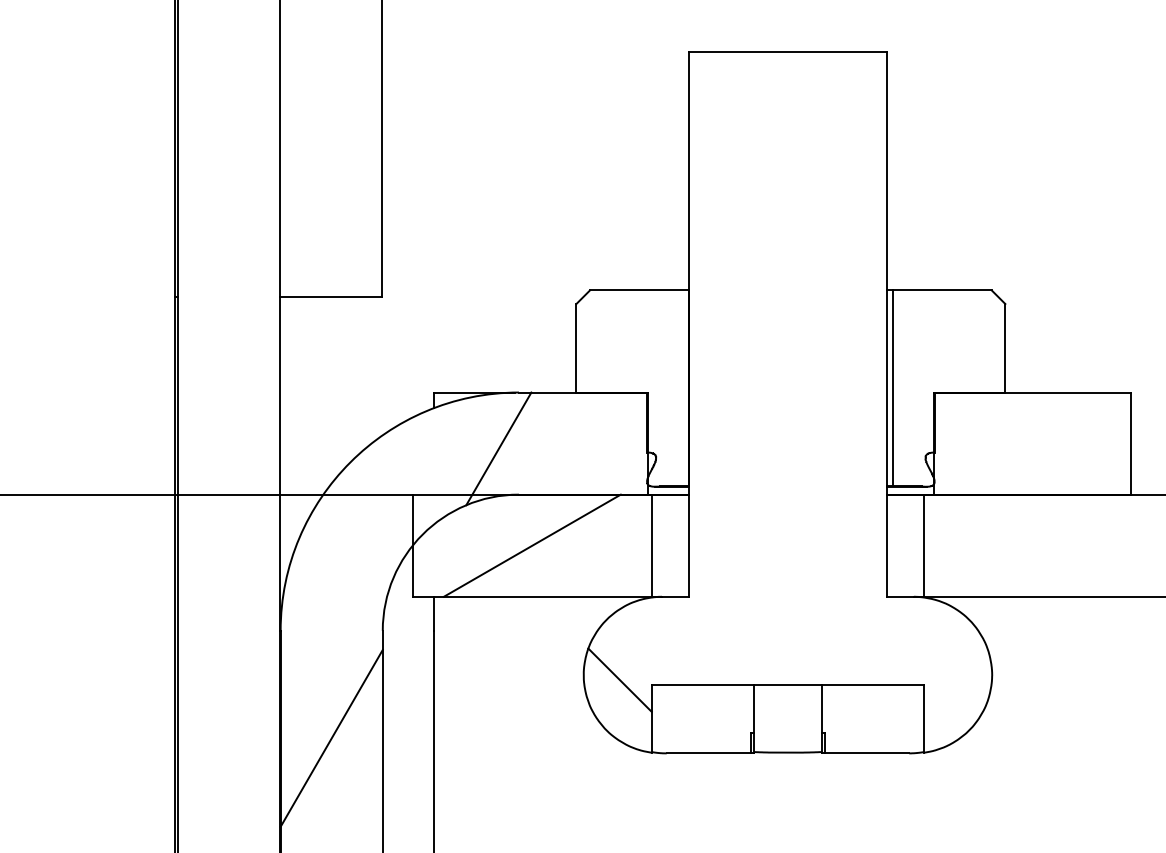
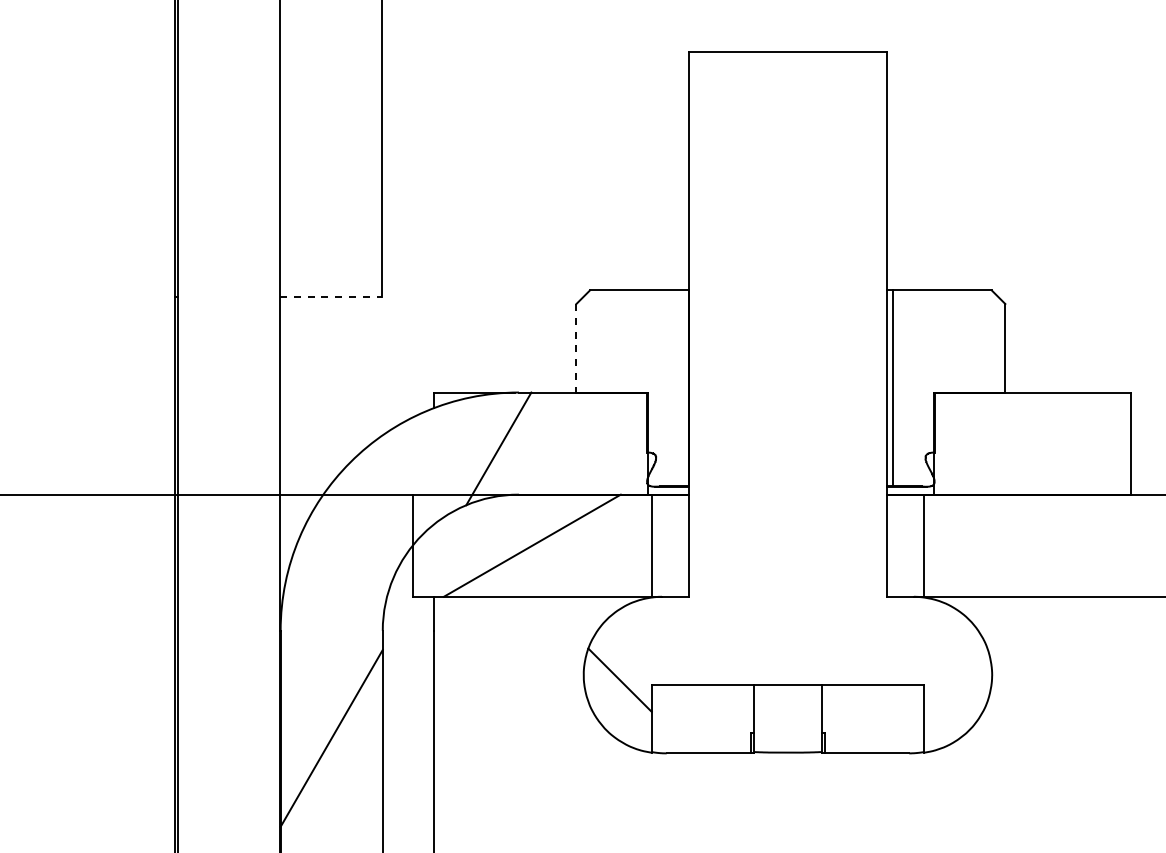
line at (331, 297): solid -> dashed
line at (576, 348): solid -> dashed
